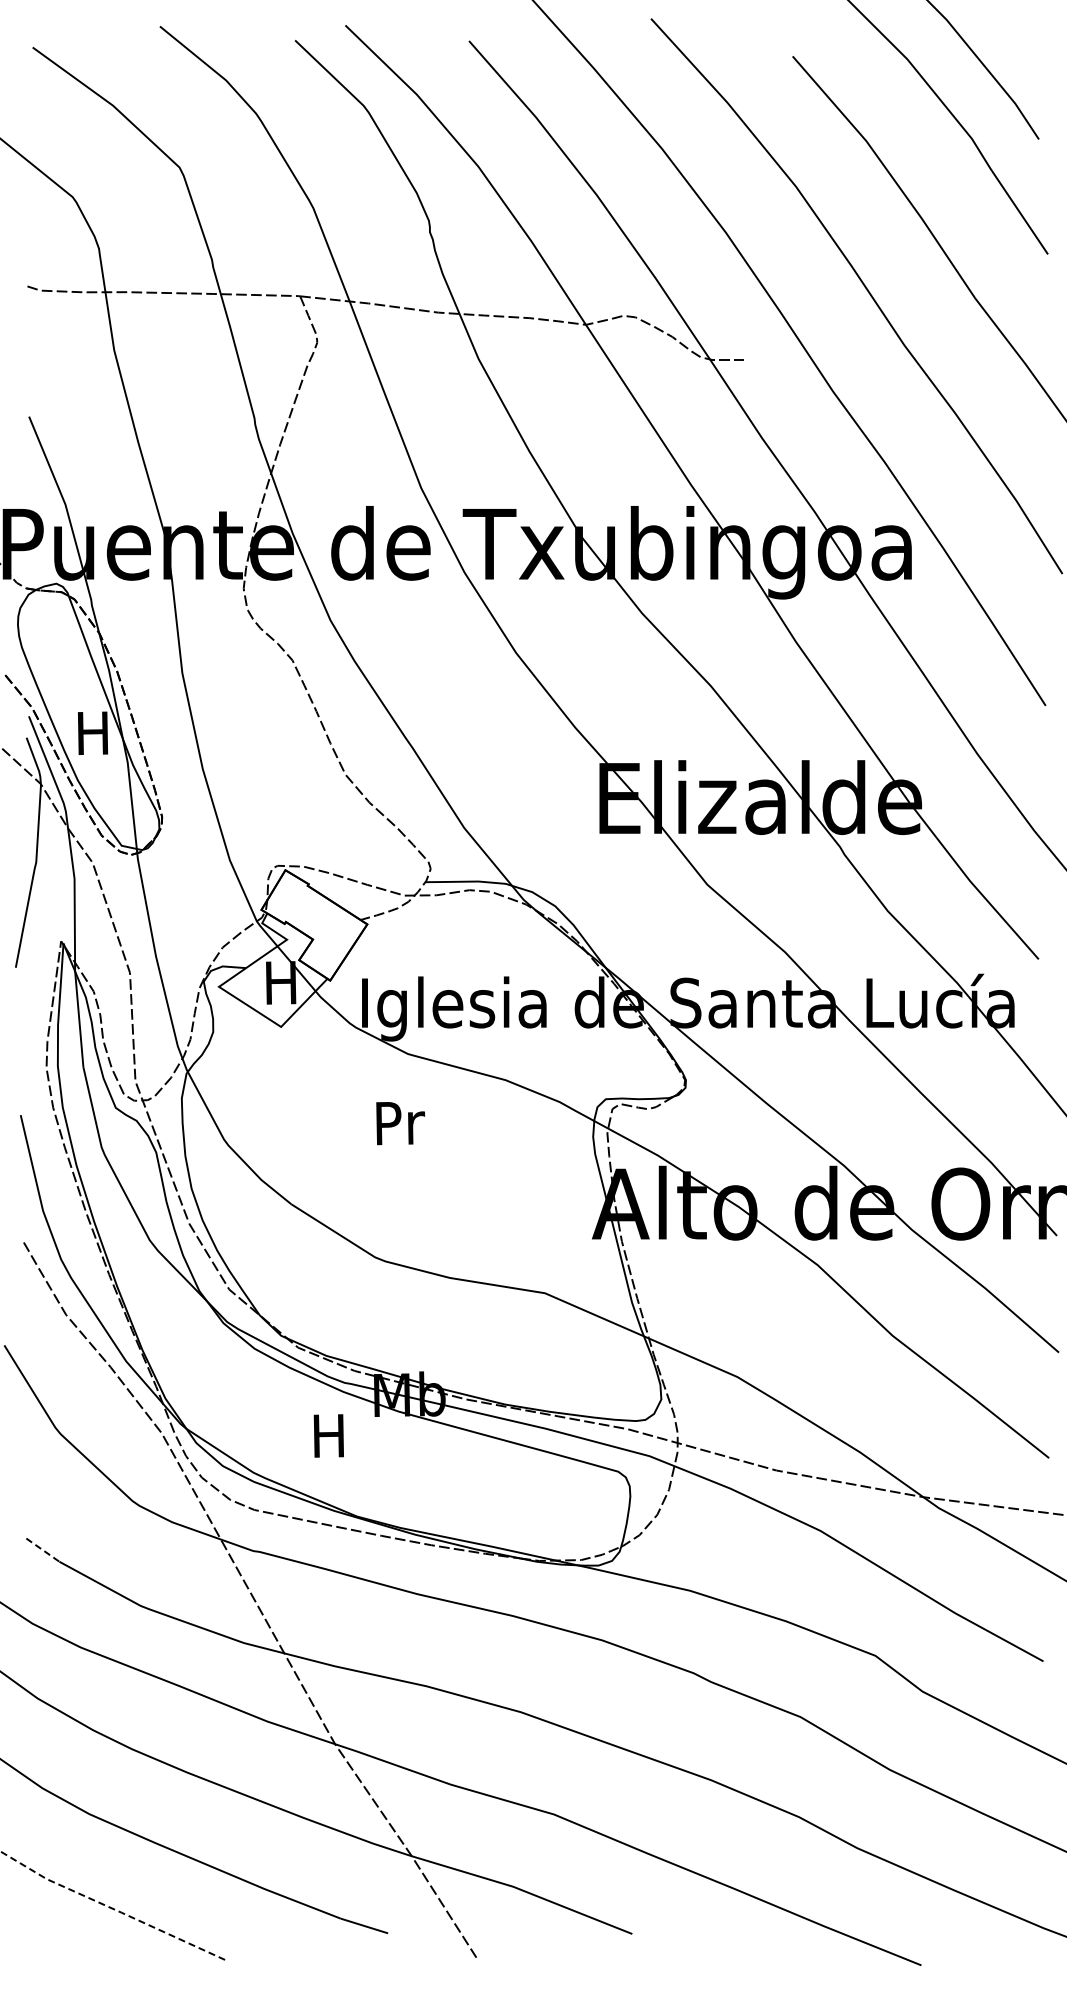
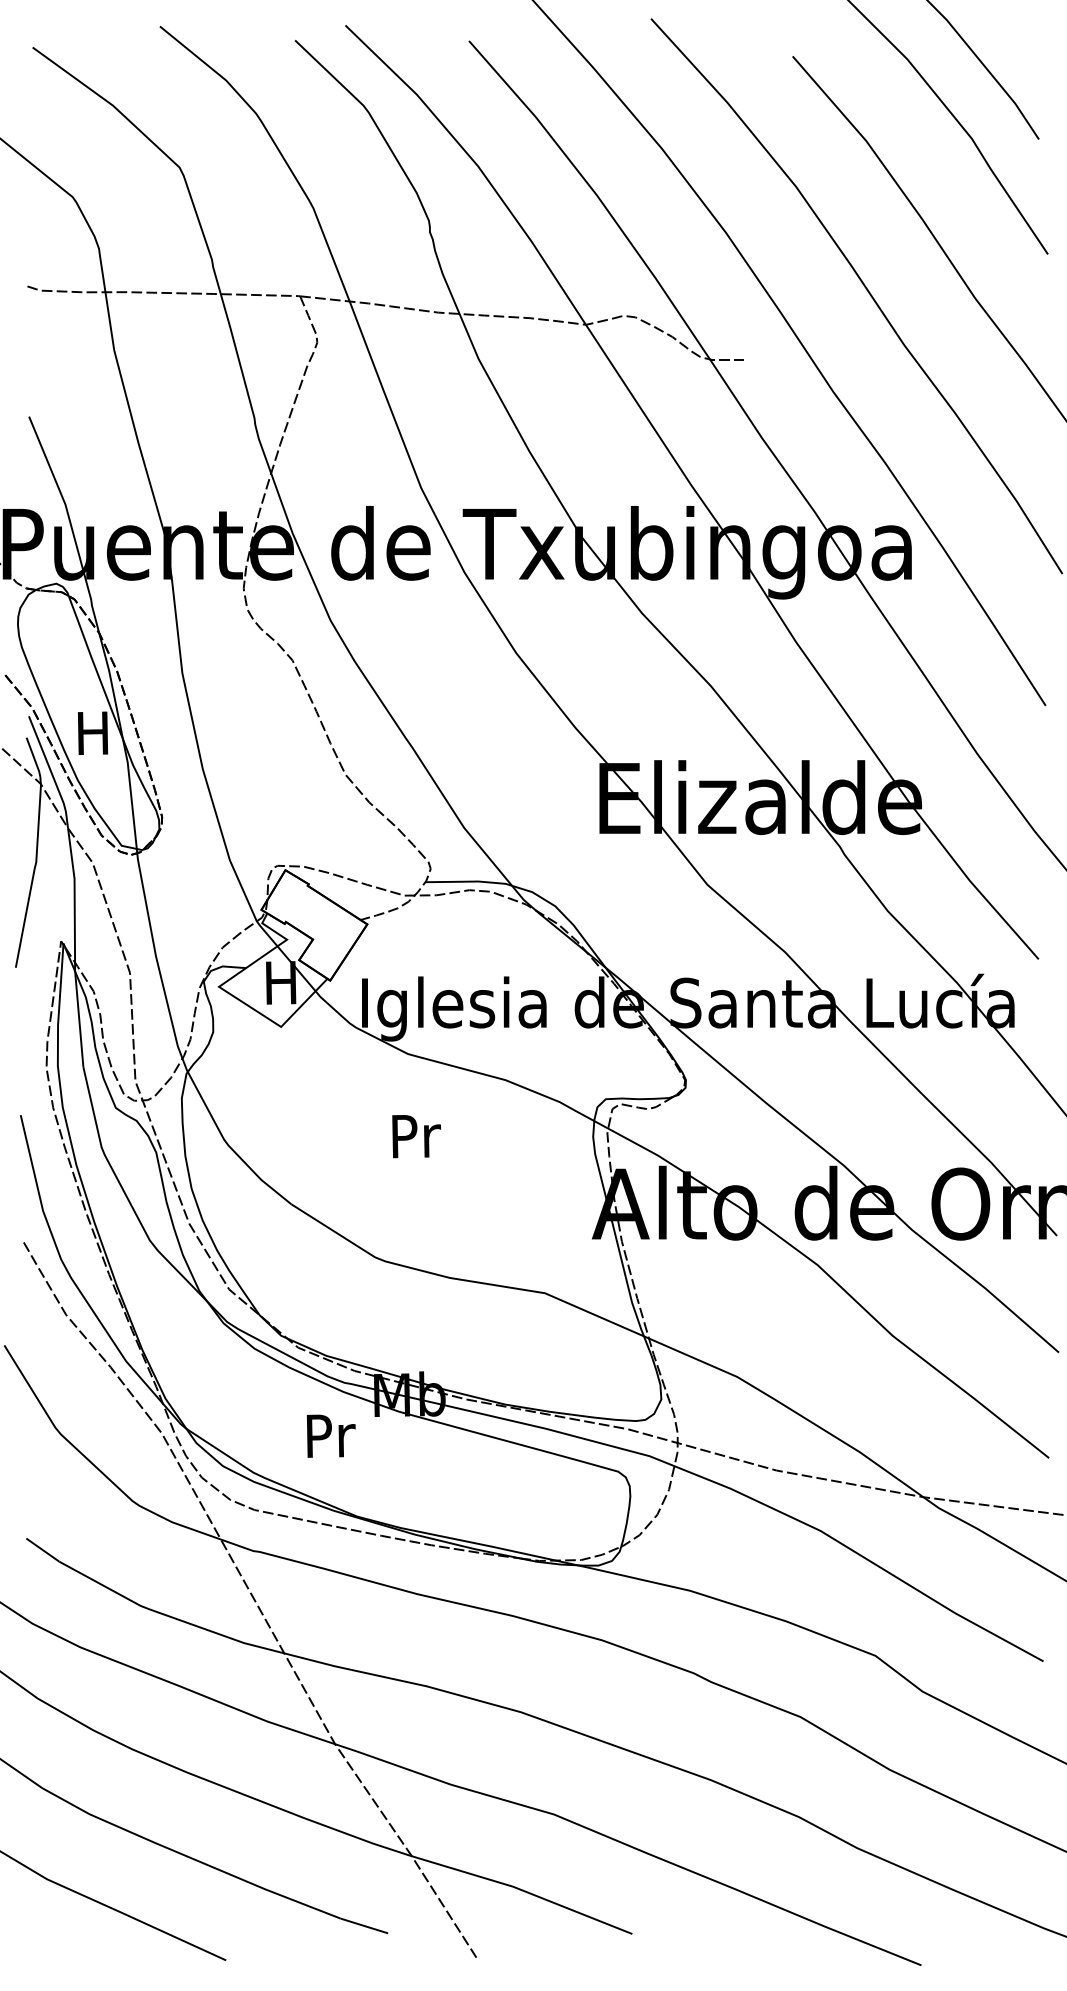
text at (400, 1123) position: (400, 1123) -> (416, 1136)
text at (330, 1435): H -> Pr
line at (43, 1550): dashed -> solid
line at (111, 1908): dashed -> solid
